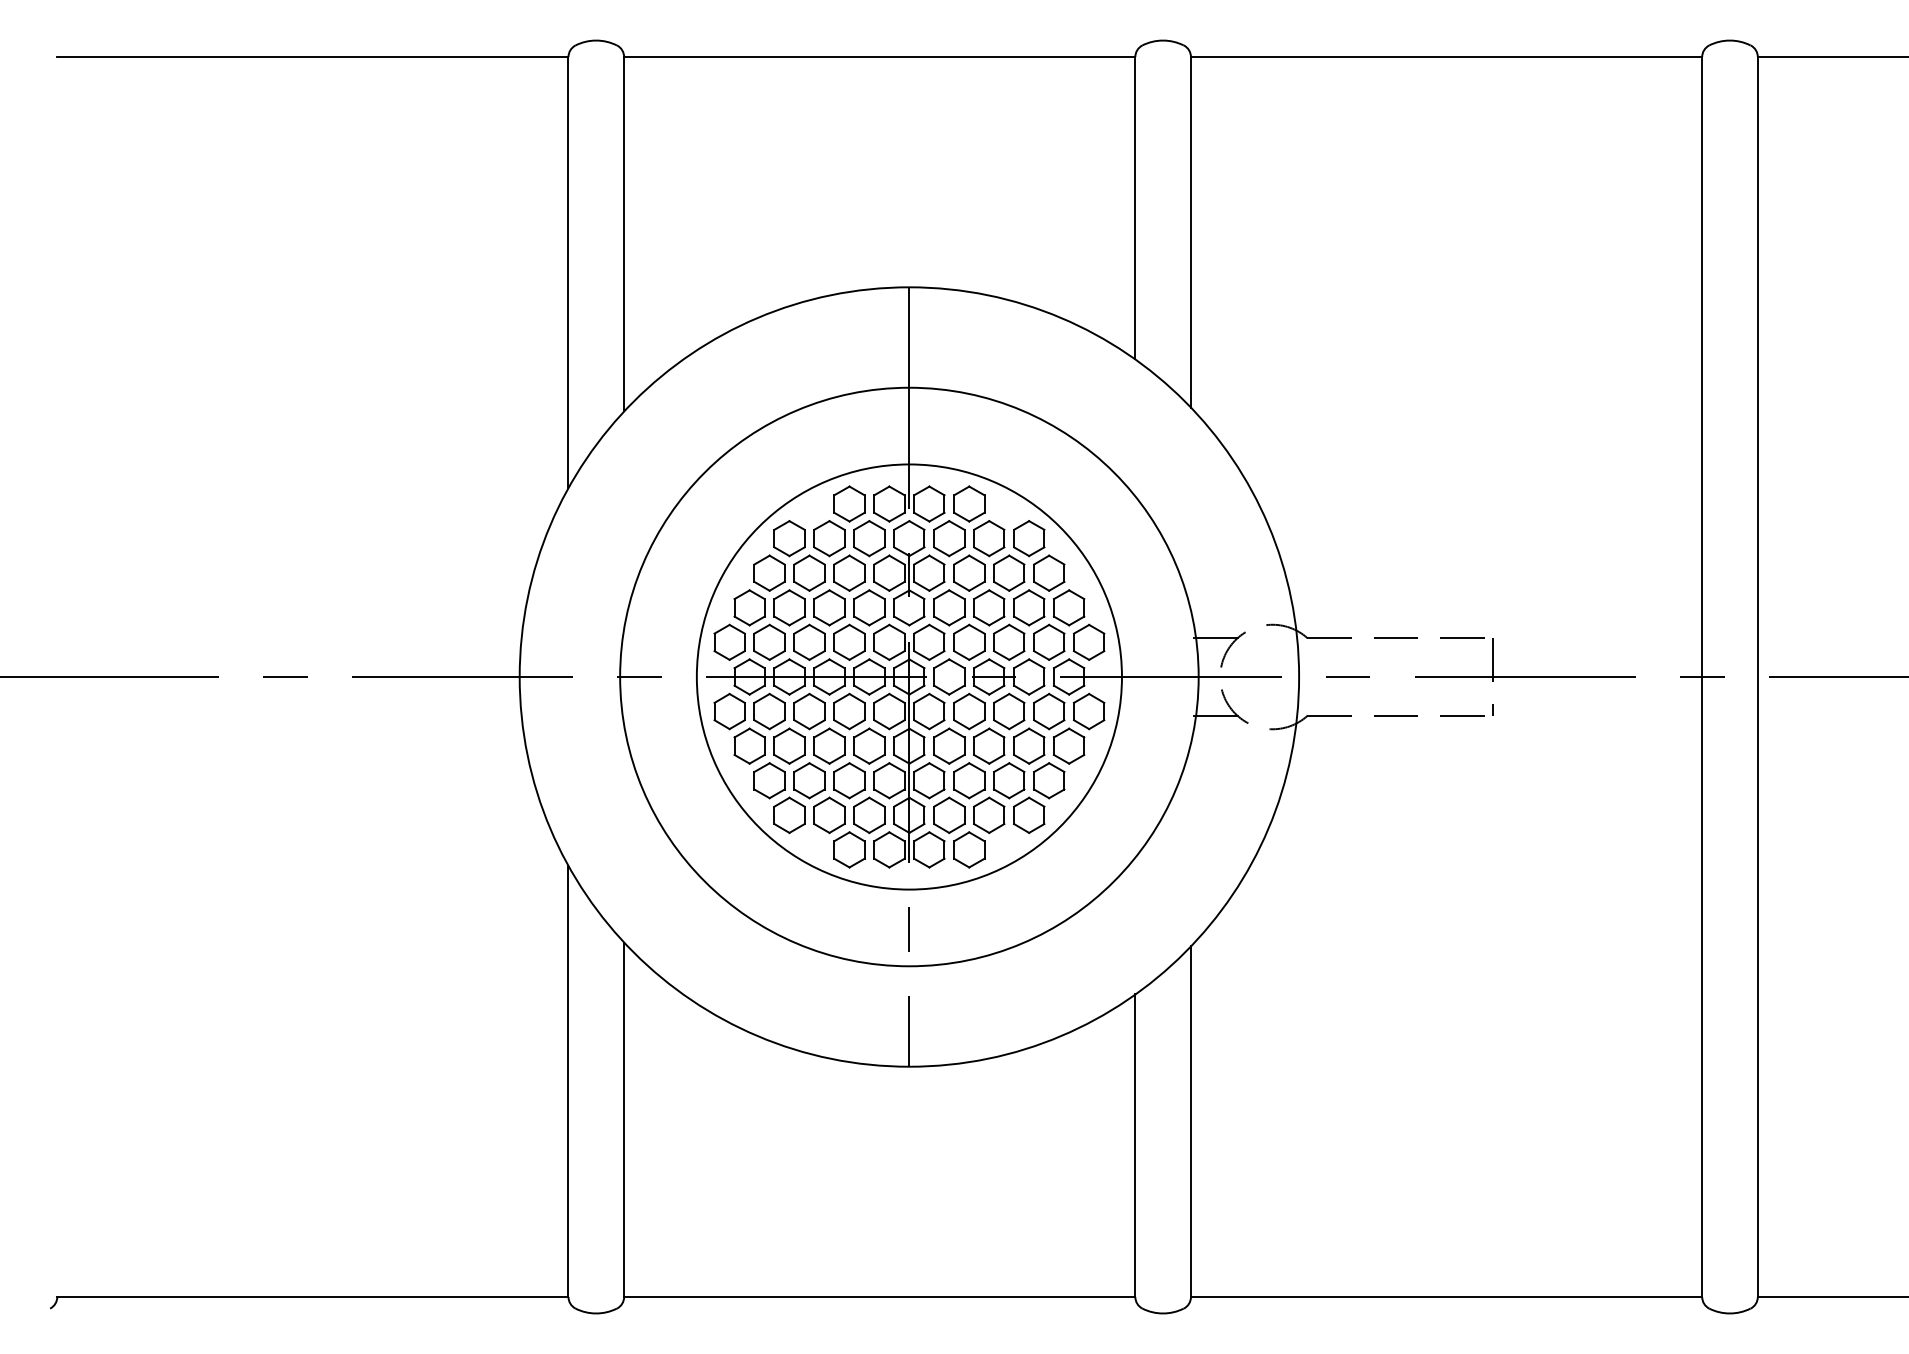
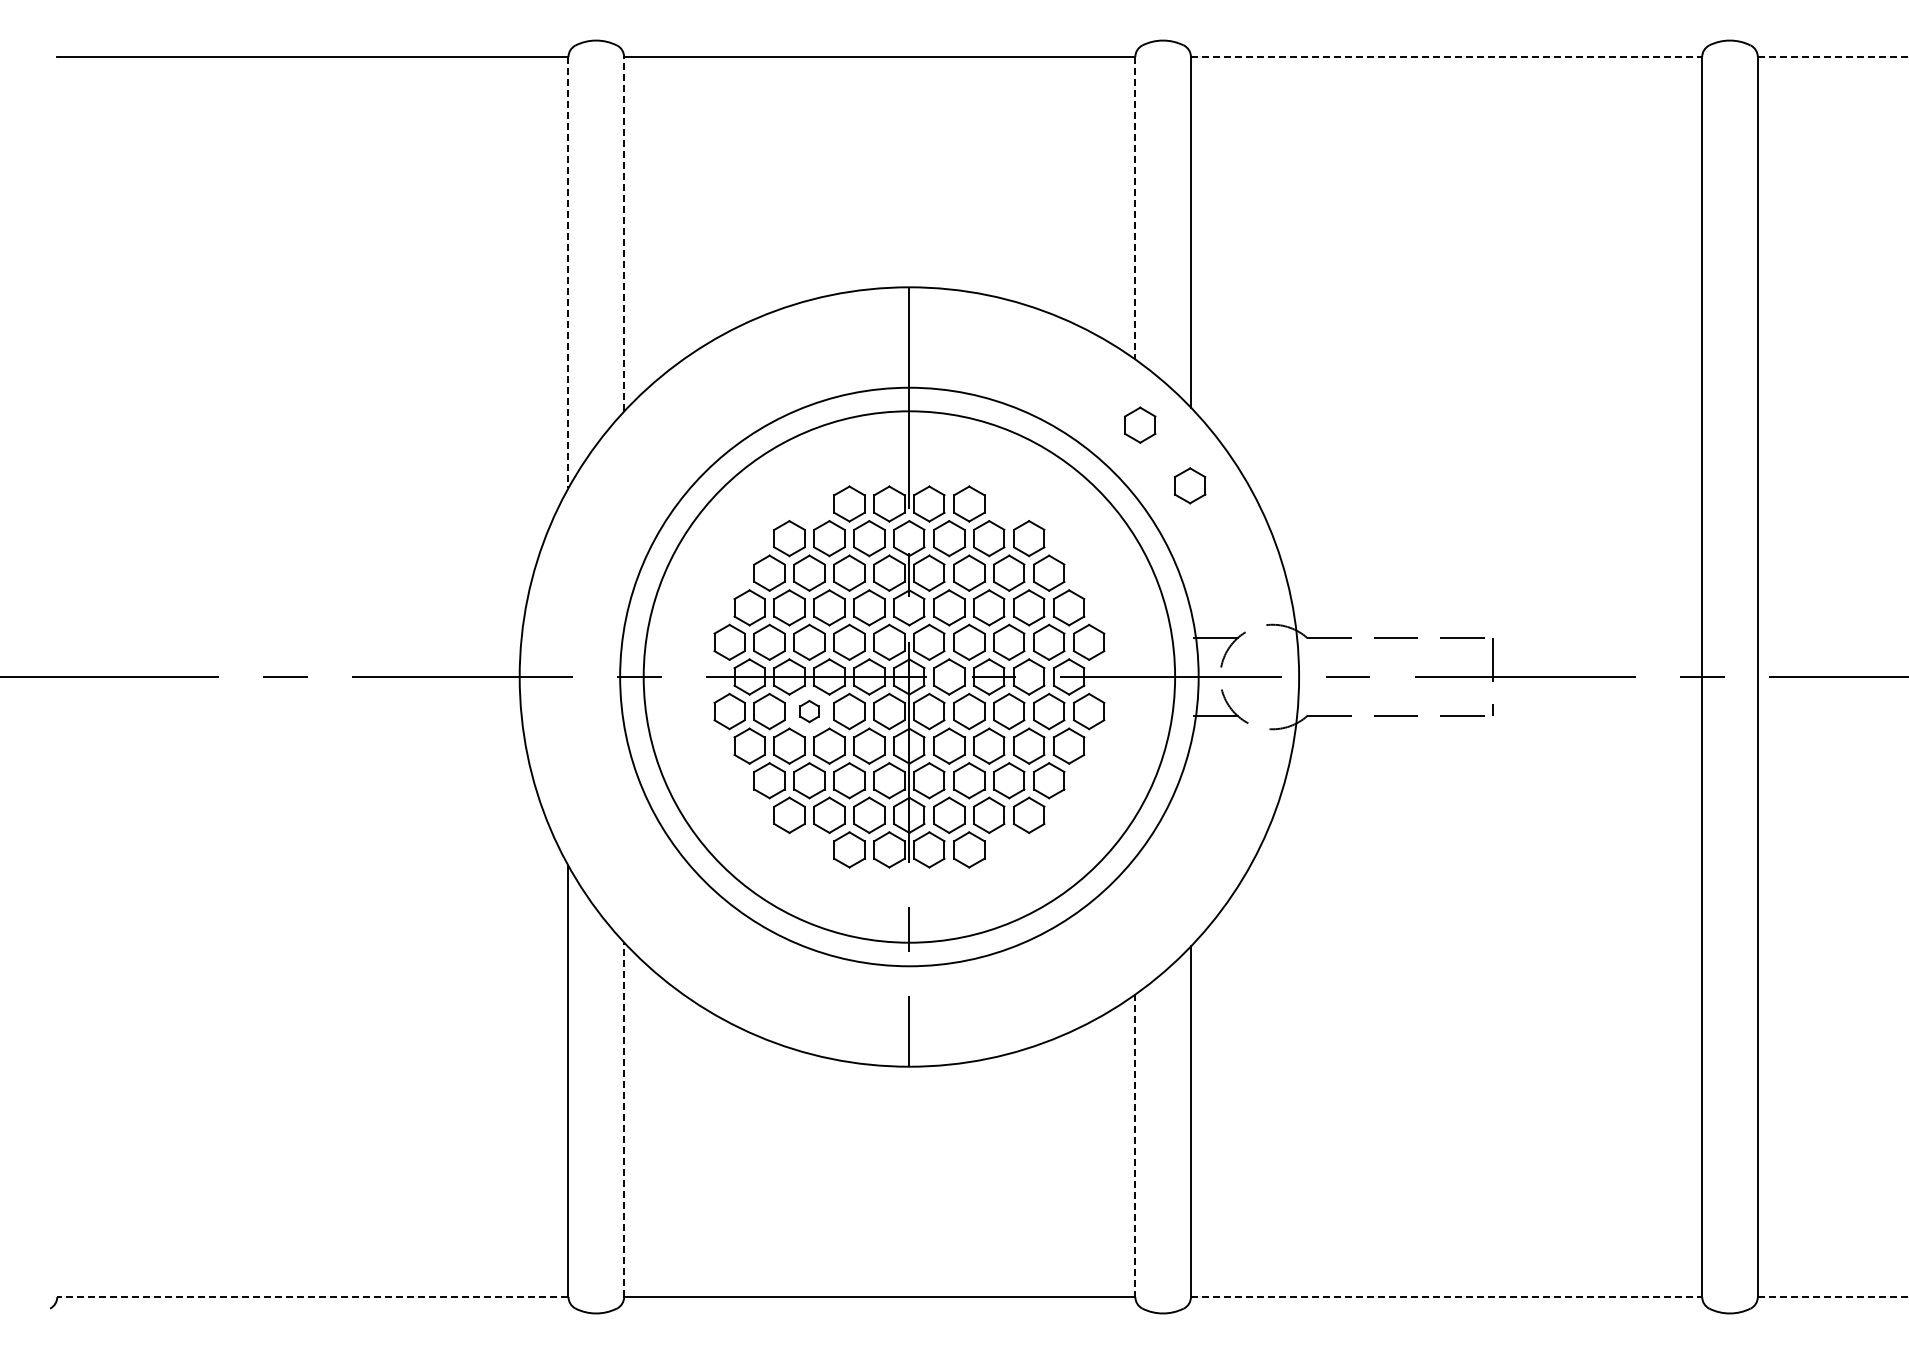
line at (1446, 57): solid -> dashed
line at (1833, 57): solid -> dashed
line at (1135, 208): solid -> dashed
line at (624, 233): solid -> dashed
line at (568, 272): solid -> dashed
part at (1140, 424): none -> present
part at (1190, 485): none -> present
circle at (908, 676) diameter: 425 px -> 531 px
part at (809, 711) size: 33x39 px -> 21x25 px
line at (624, 1119): solid -> dashed
line at (1135, 1146): solid -> dashed
line at (312, 1297): solid -> dashed
line at (1446, 1297): solid -> dashed
line at (1833, 1297): solid -> dashed
